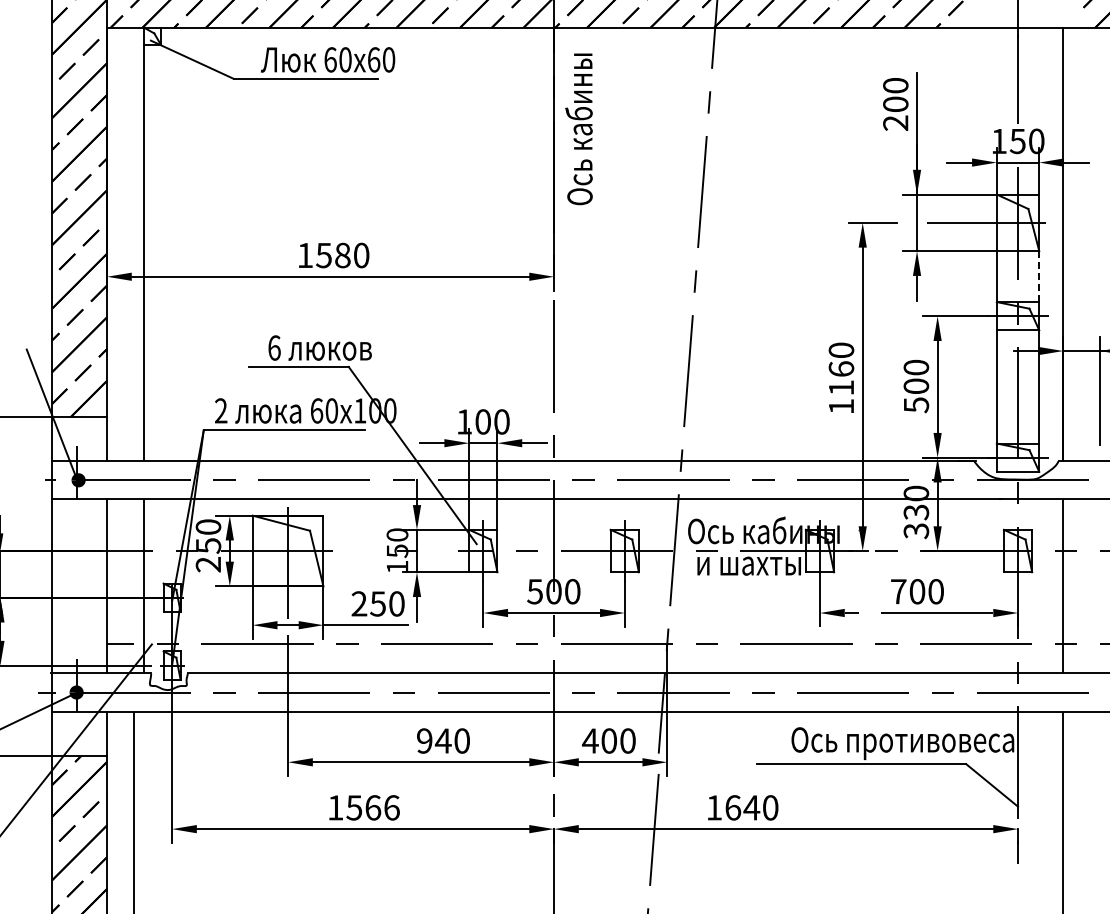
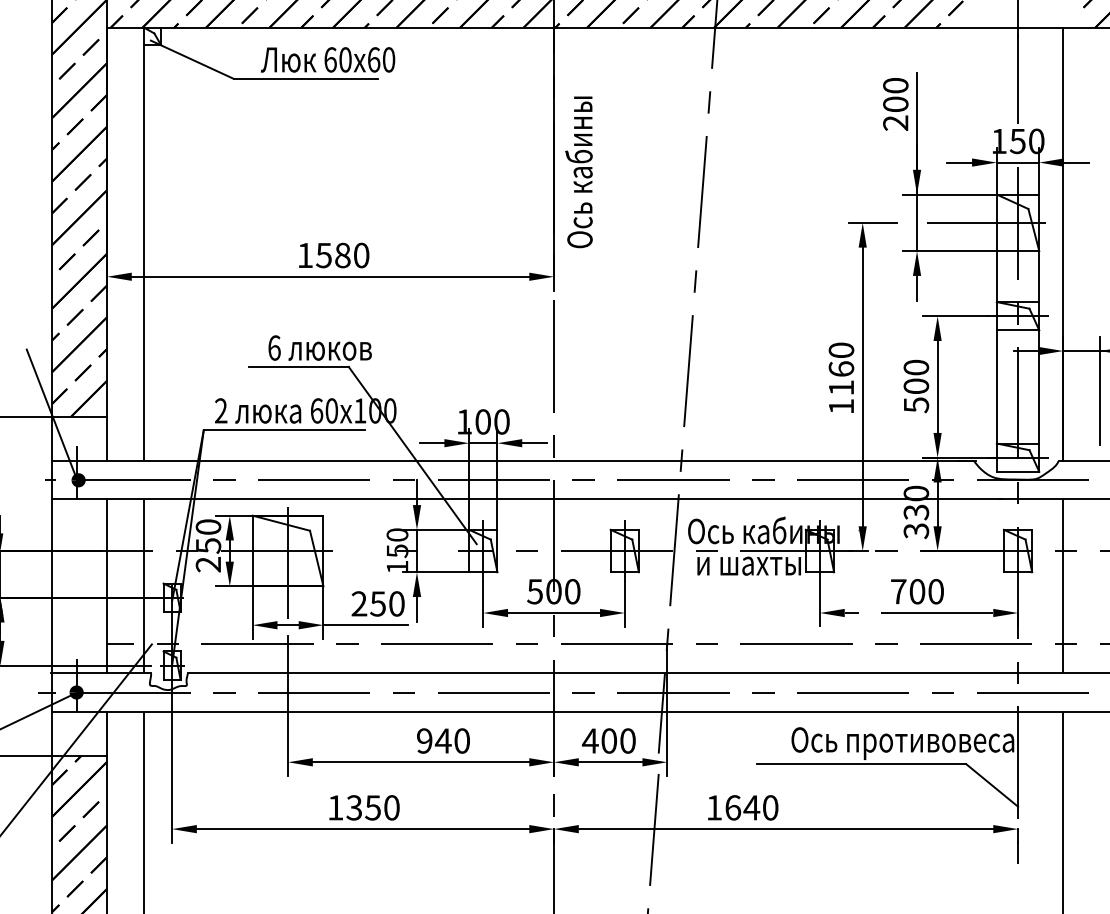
text at (578, 129) position: (578, 129) -> (578, 172)
line at (1039, 277): dashed -> solid
text at (373, 807): 1566 -> 1350
line at (133, 810) position: (133, 810) -> (143, 810)
